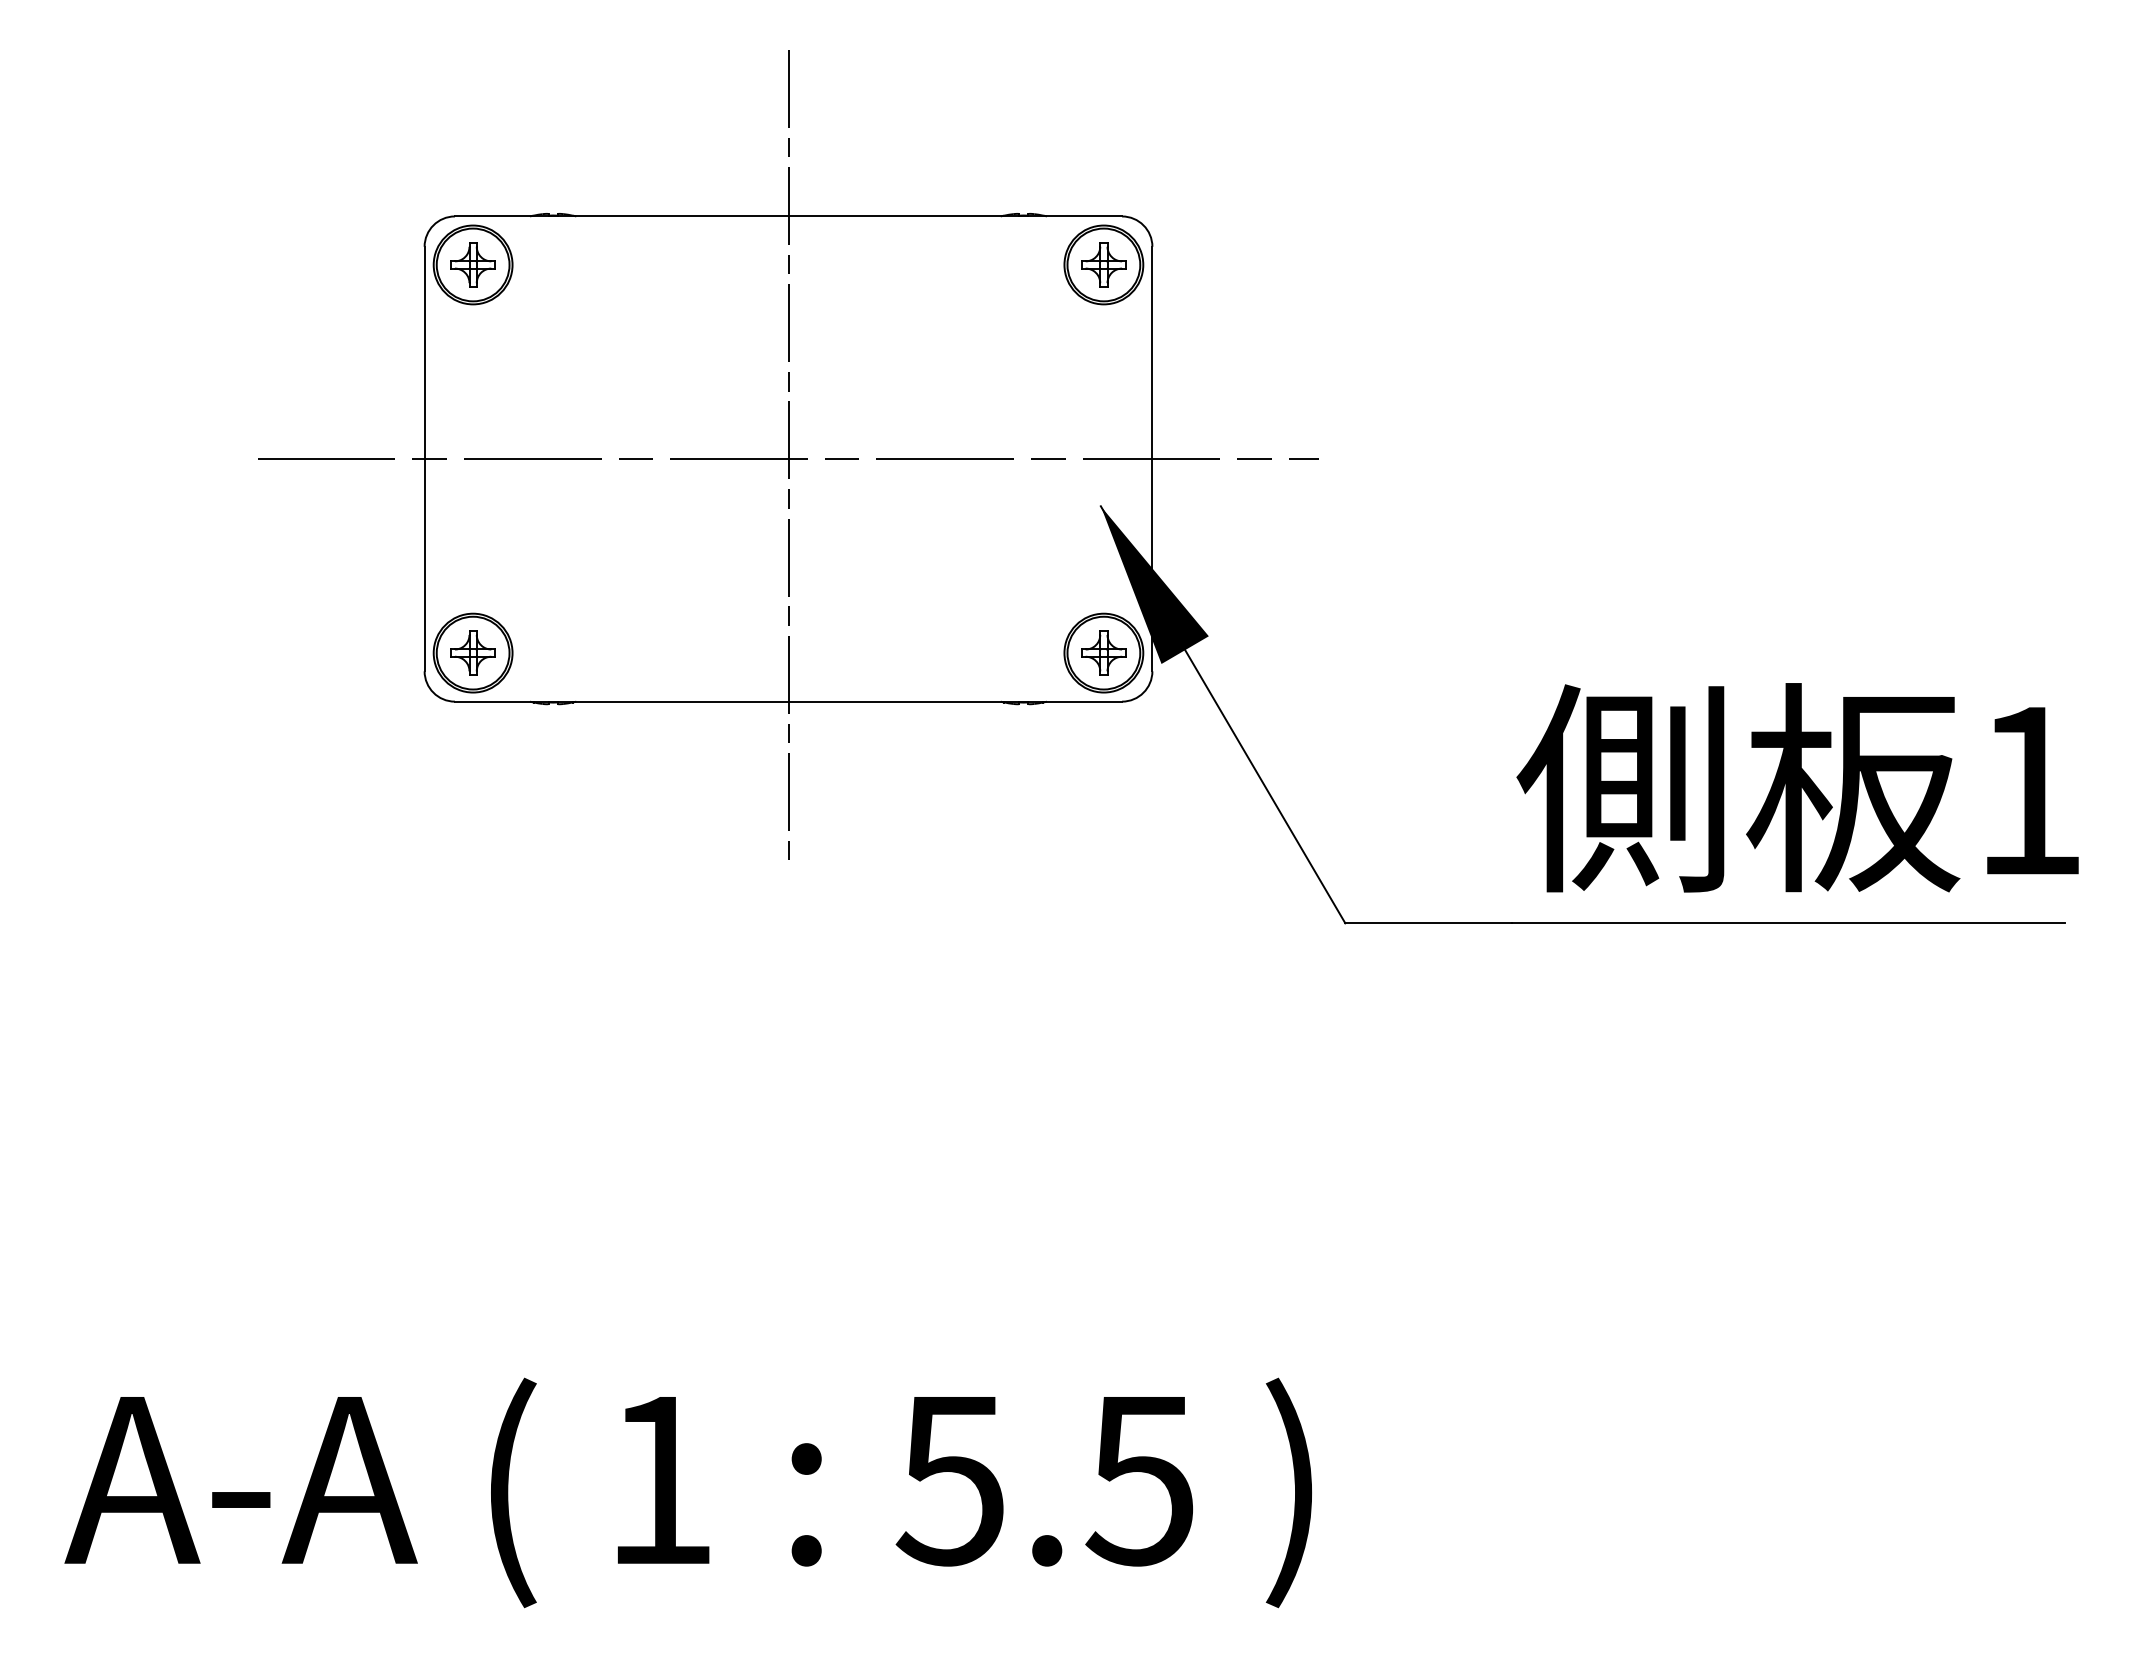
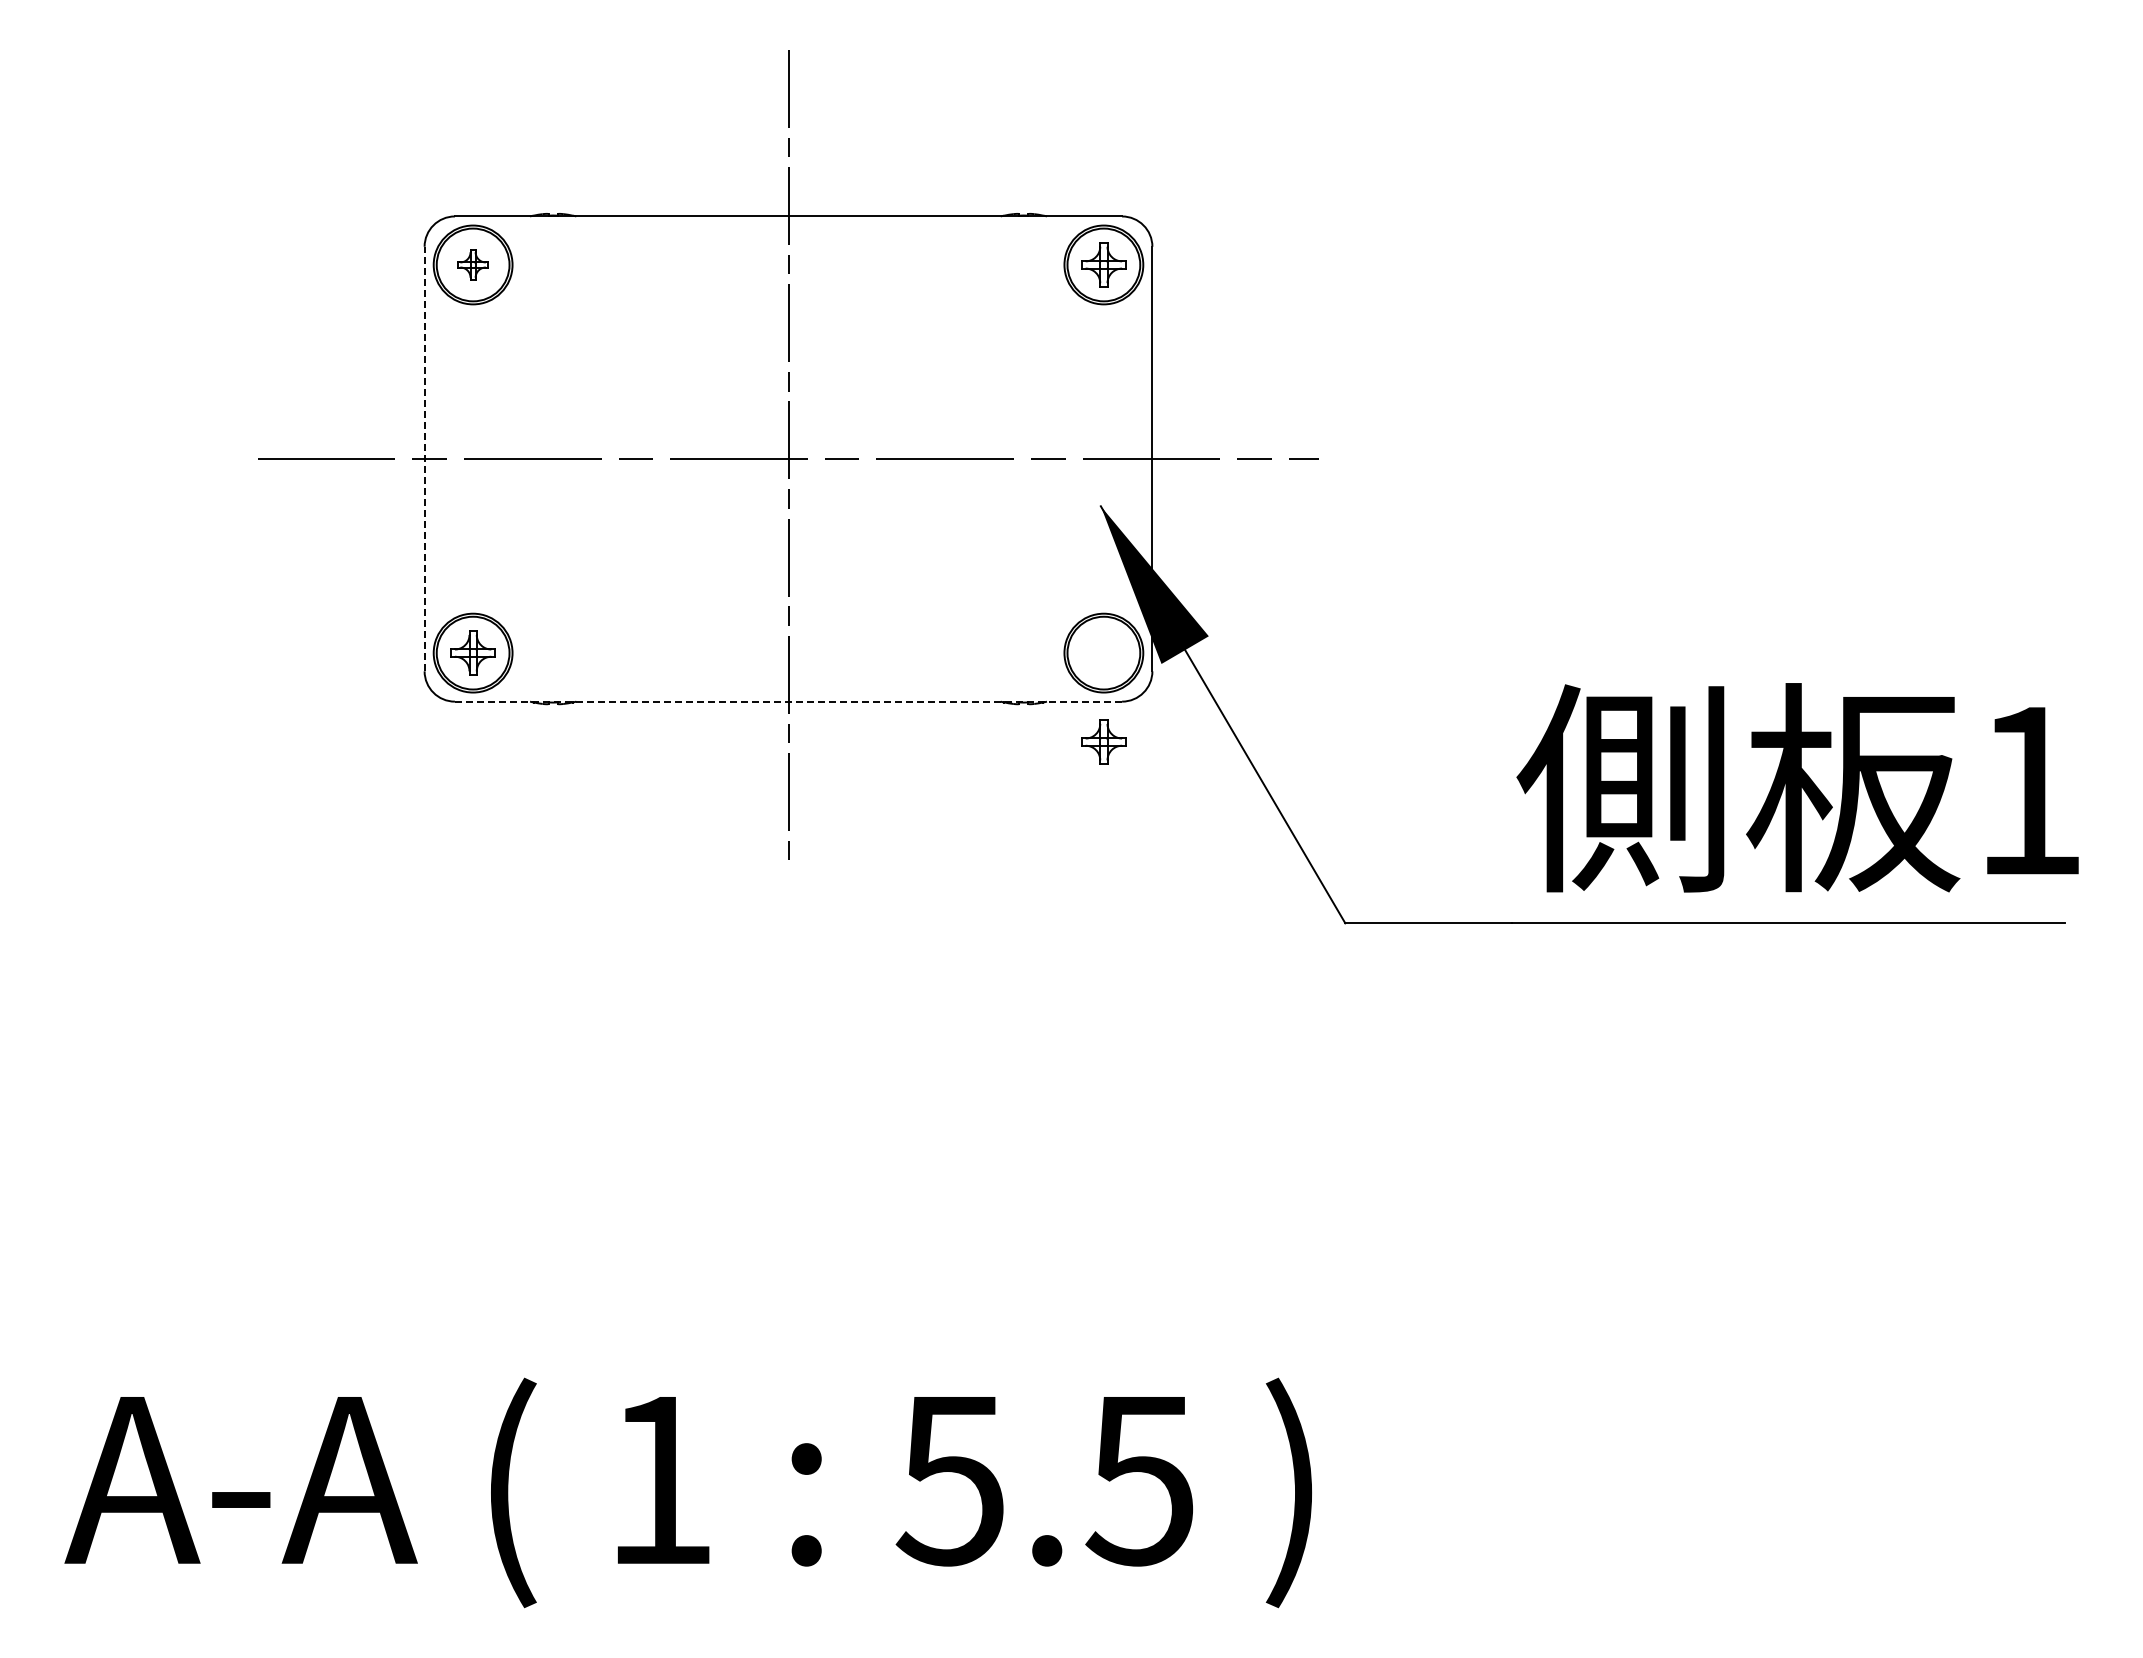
part at (472, 264) size: 46x46 px -> 32x32 px
line at (424, 458): solid -> dashed
part at (1103, 652) position: (1103, 652) -> (1103, 741)
line at (788, 701): solid -> dashed
